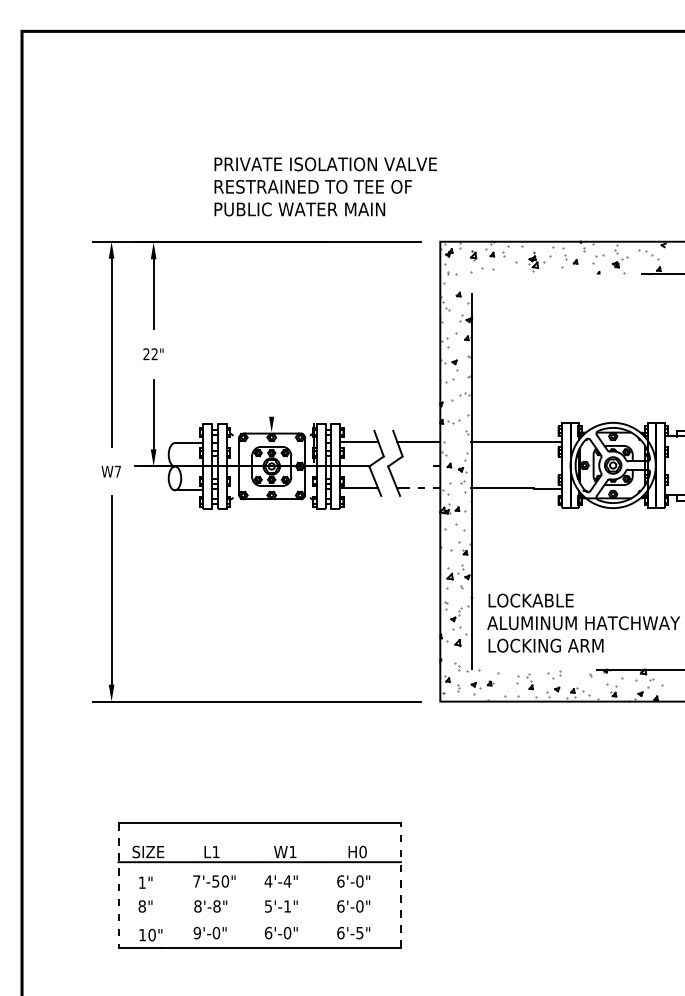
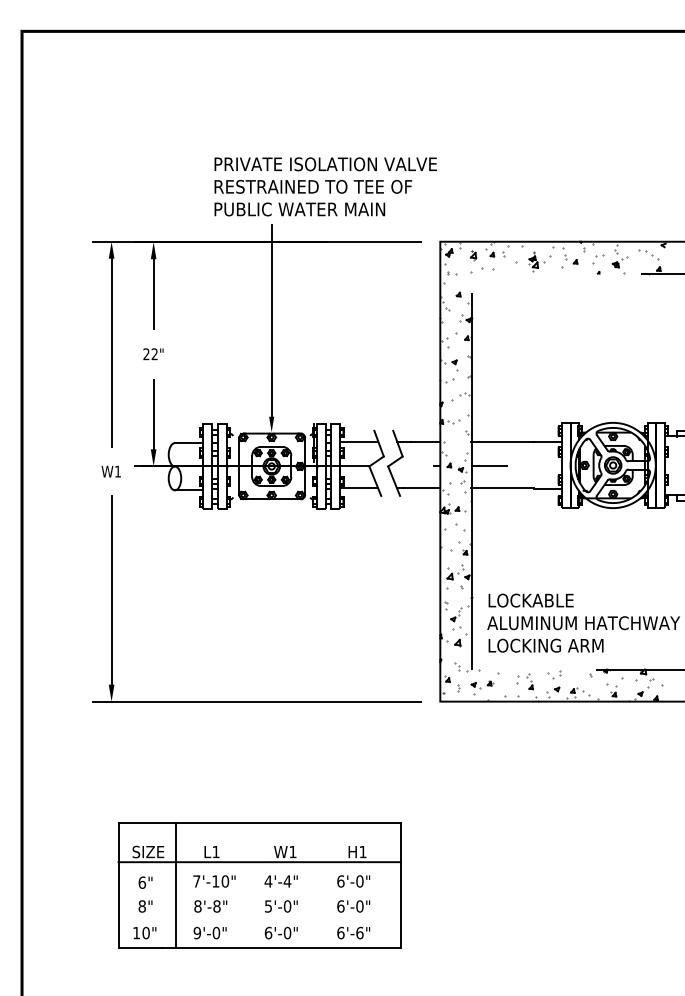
line at (271, 320): none -> present
line at (489, 466): none -> present
text at (117, 471): W7 -> W1
line at (421, 488): dashed -> solid
text at (362, 851): H0 -> H1
text at (215, 881): 7'-50" -> 7'-10"
text at (142, 882): 1" -> 6"
line at (176, 885): none -> present
line at (400, 885): dashed -> solid
line at (118, 886): dashed -> solid
text at (287, 906): 5'-1" -> 5'-0"
text at (359, 932): 6'-5" -> 6'-6"
text at (150, 934) position: (150, 934) -> (144, 932)
